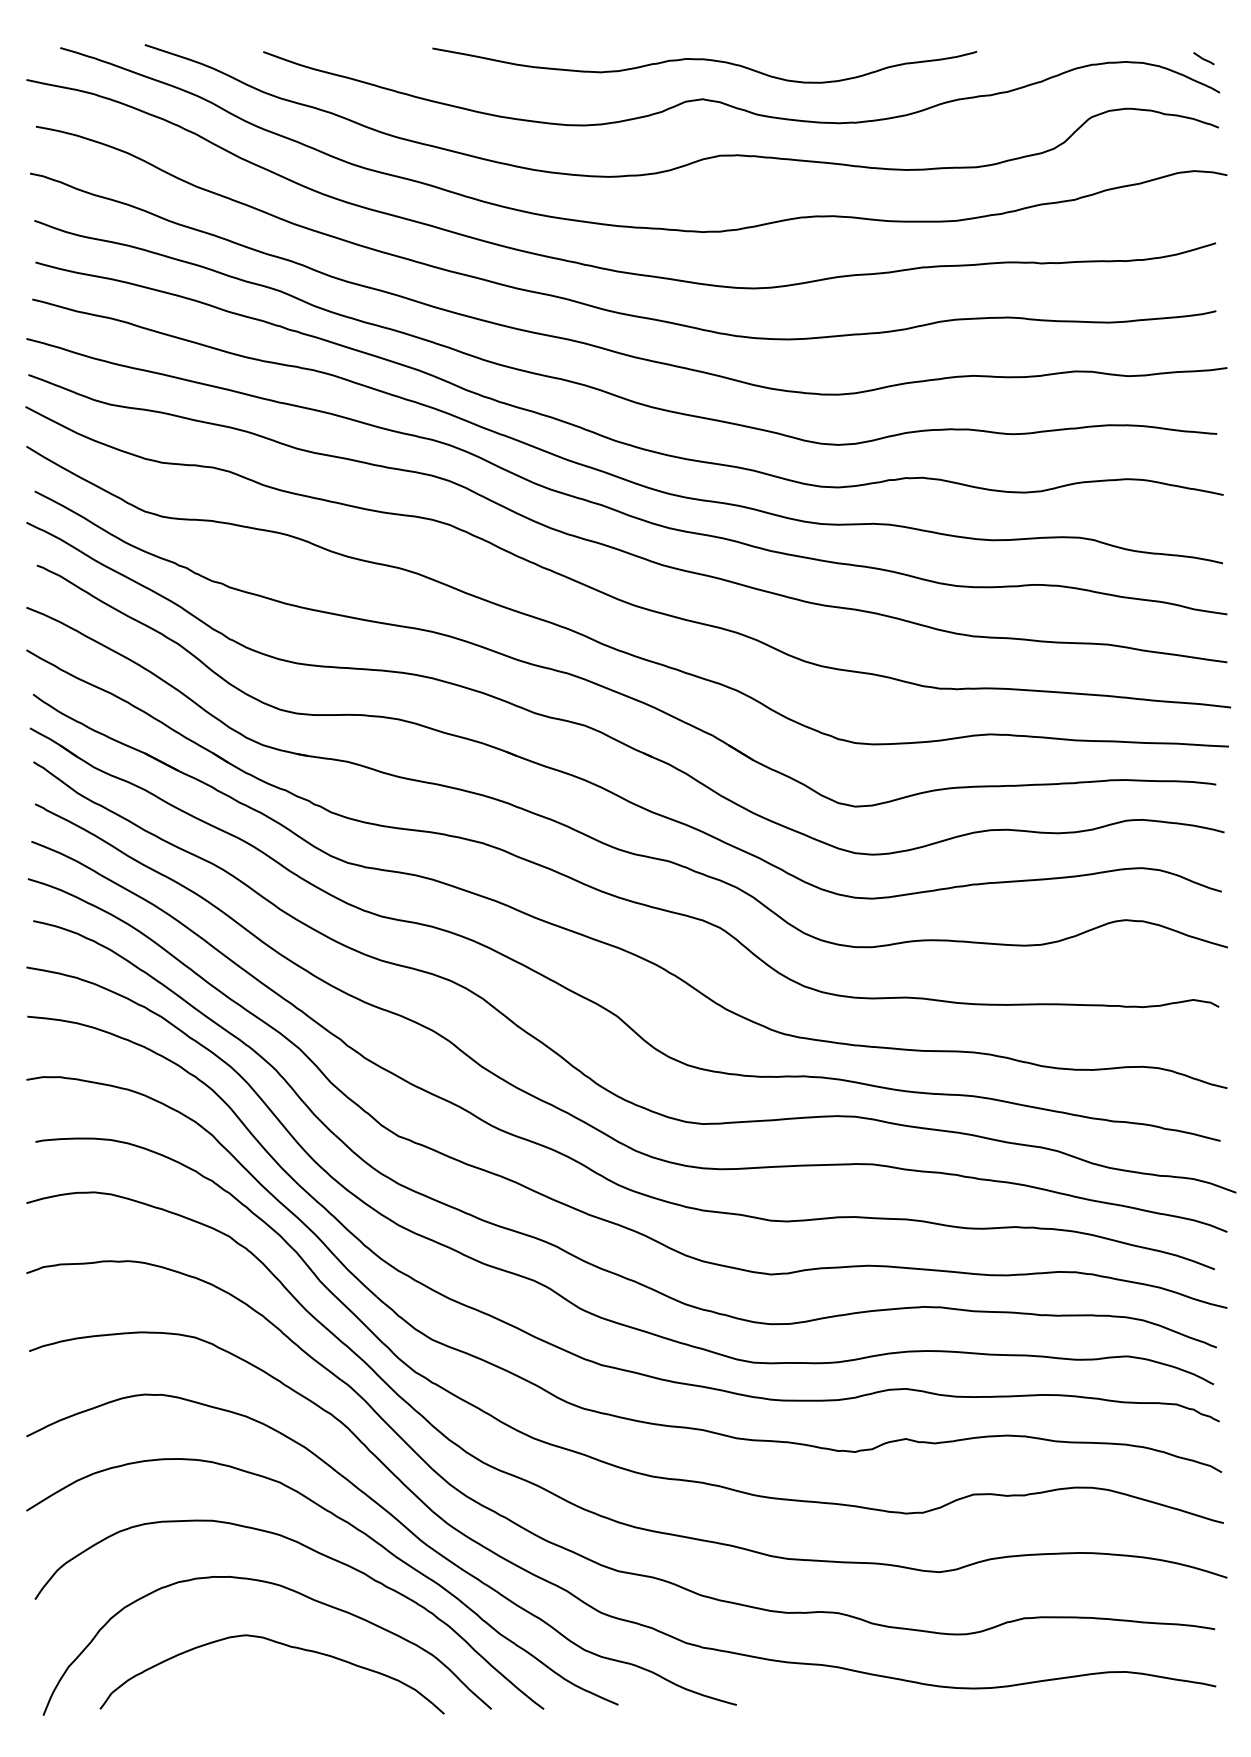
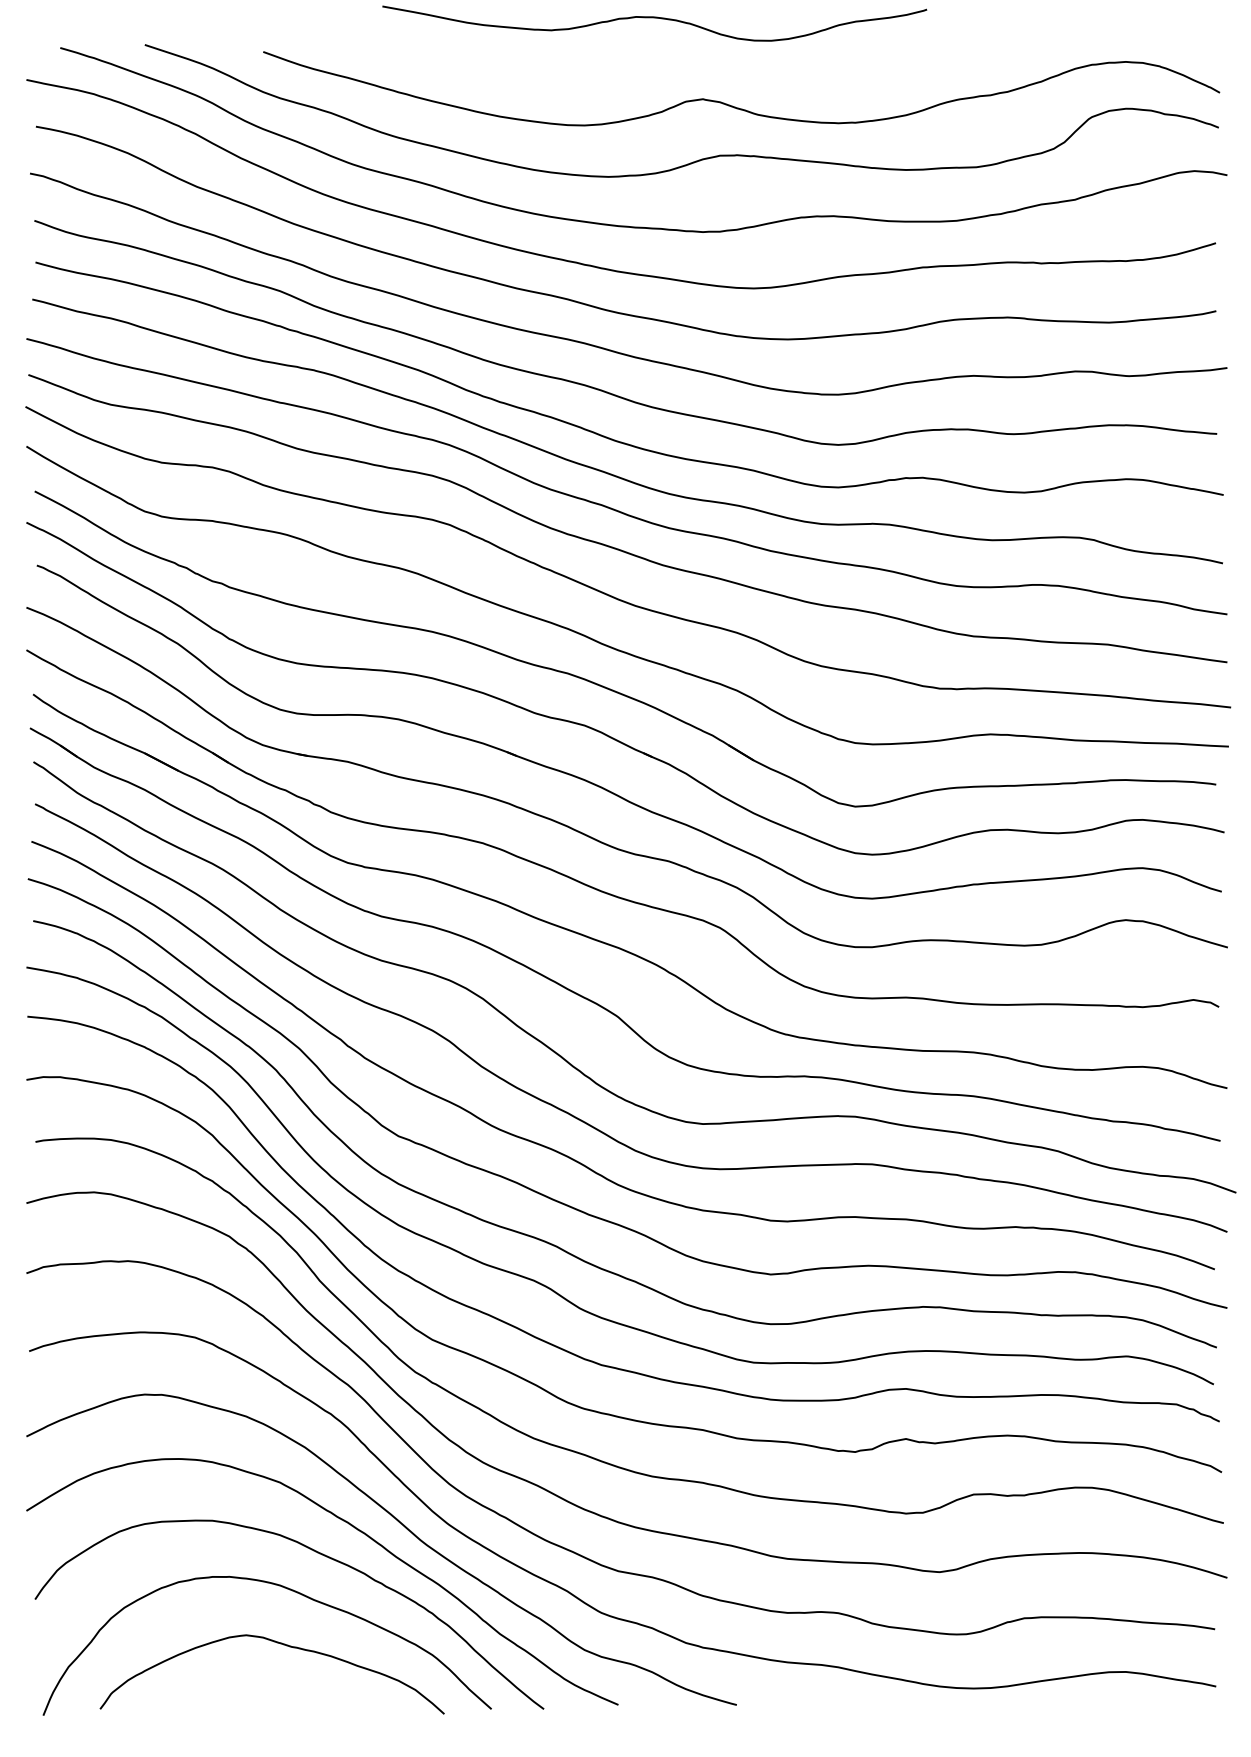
line at (1203, 58): present -> none
curve at (704, 60) position: (704, 60) -> (654, 18)
